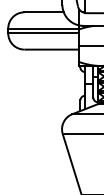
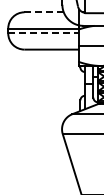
line at (44, 12): solid -> dashed
line at (44, 33): solid -> dashed
